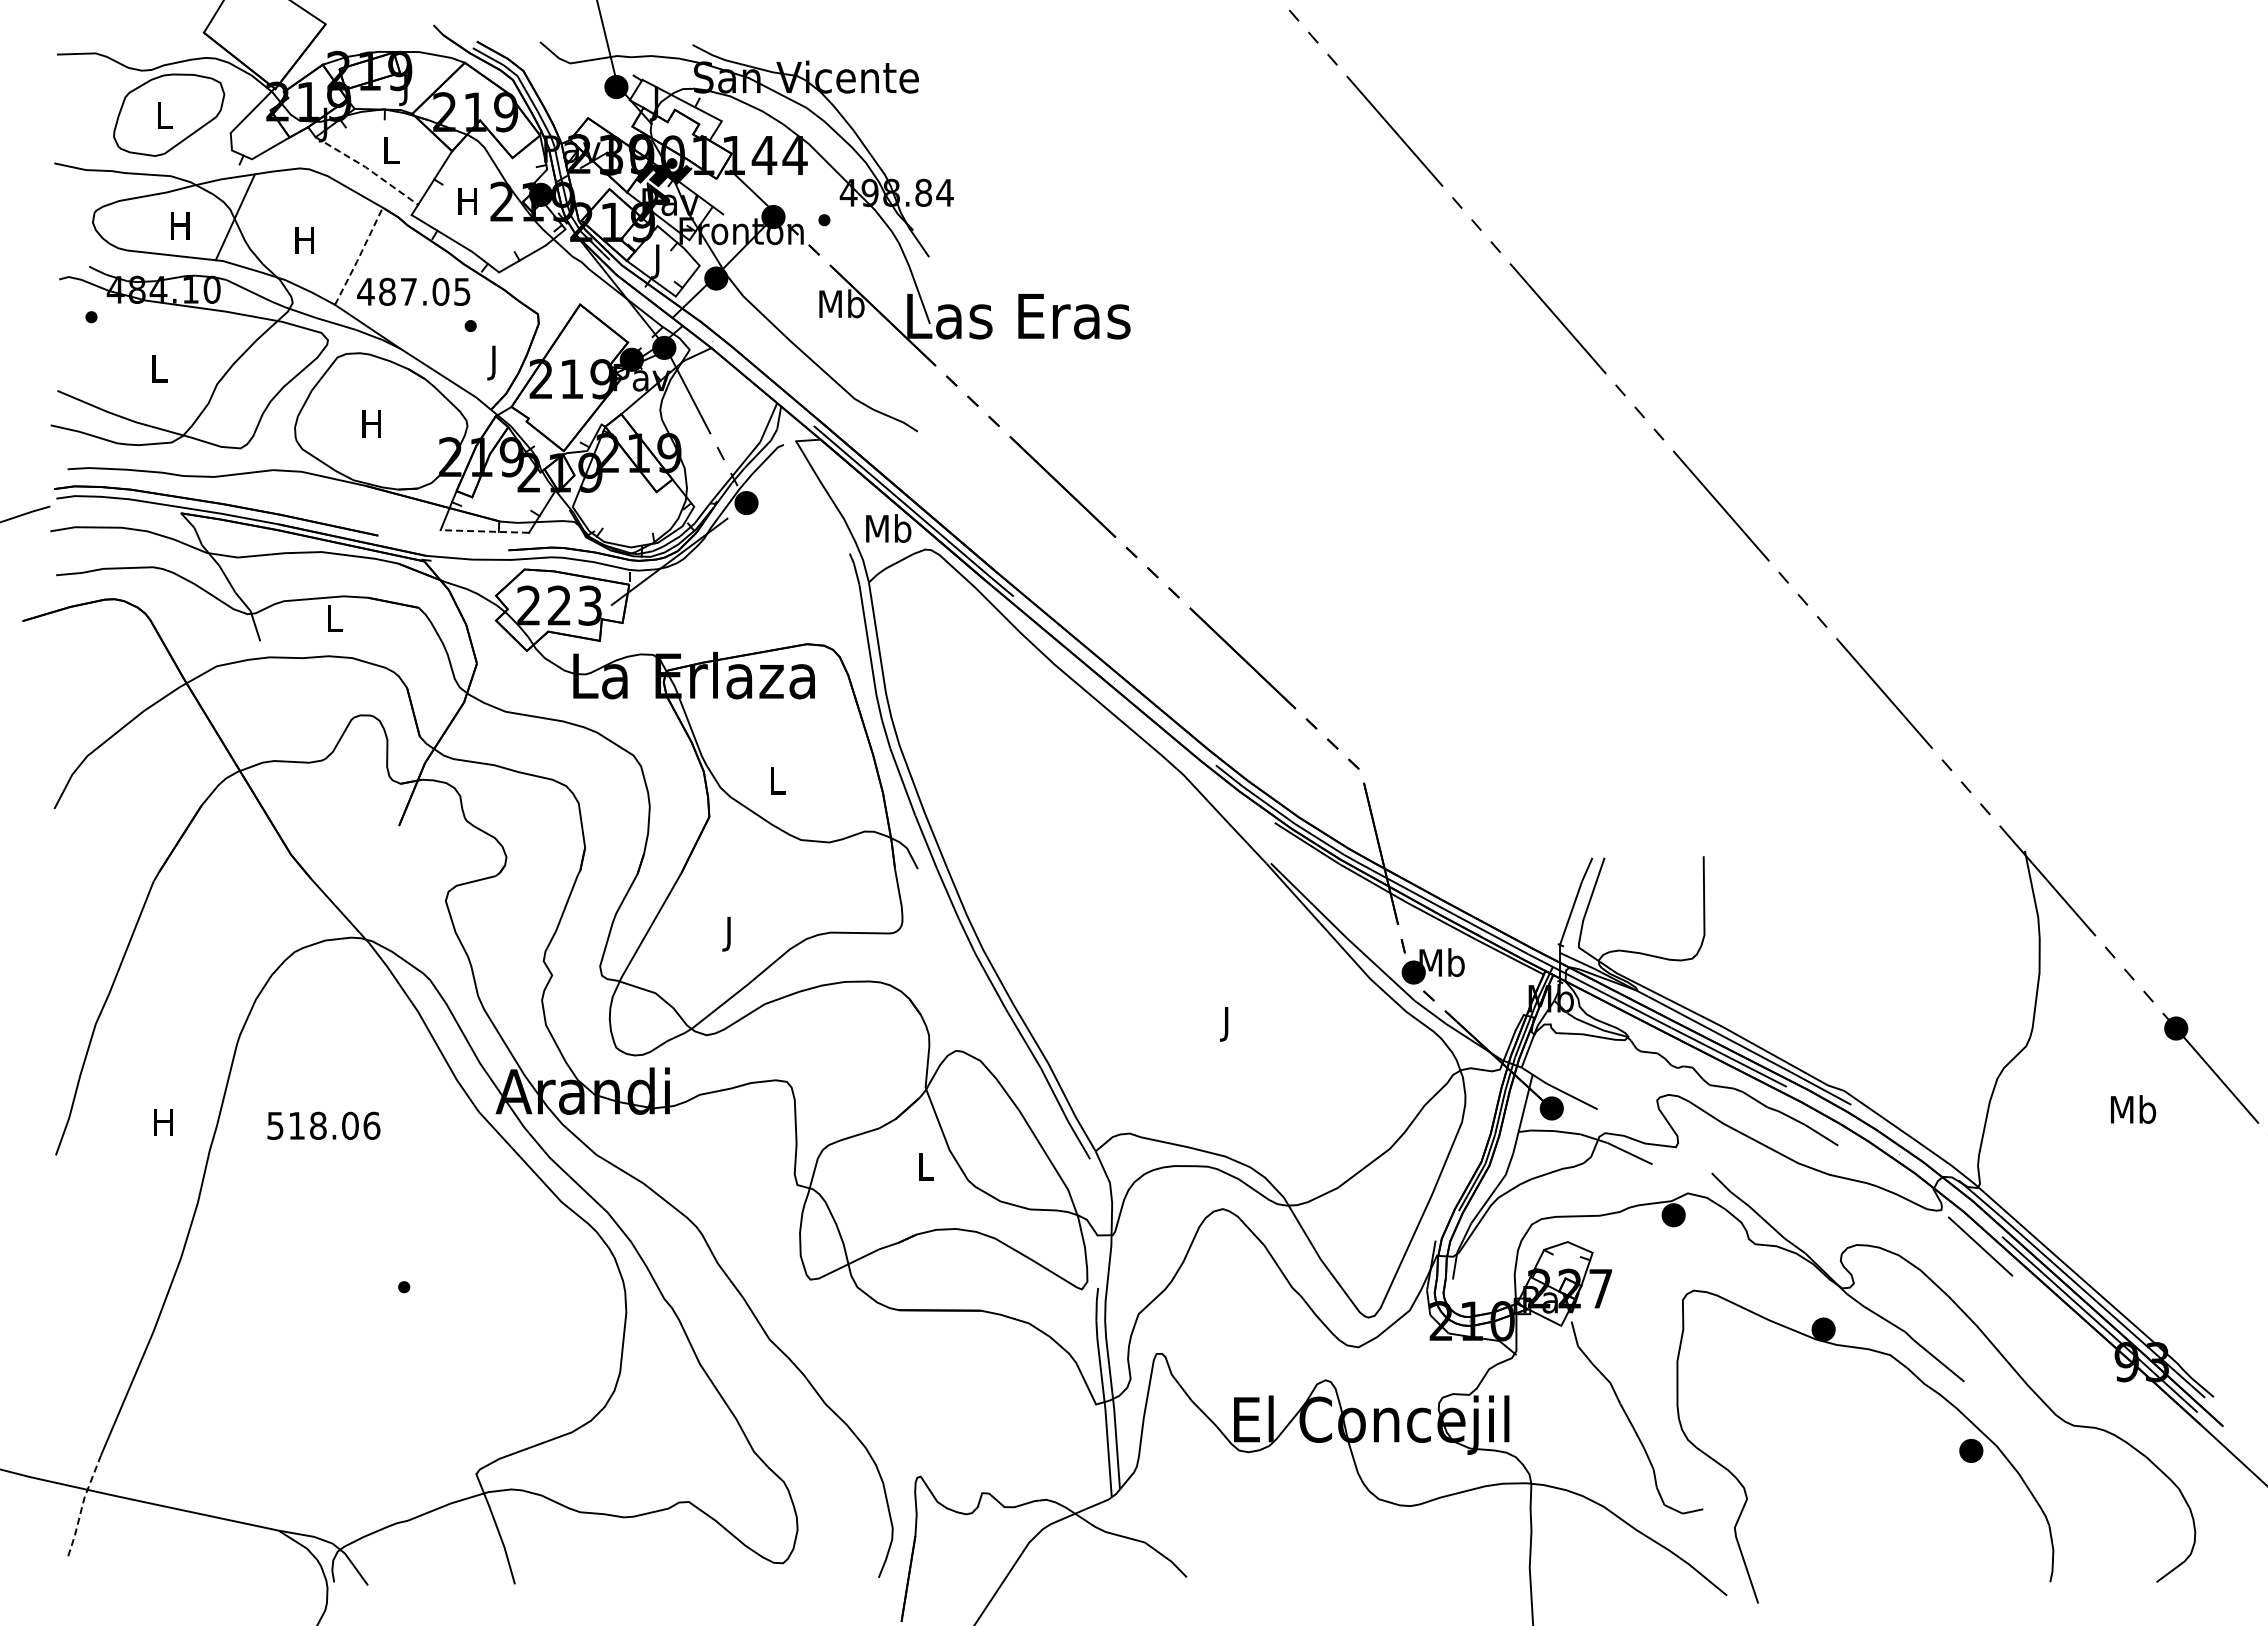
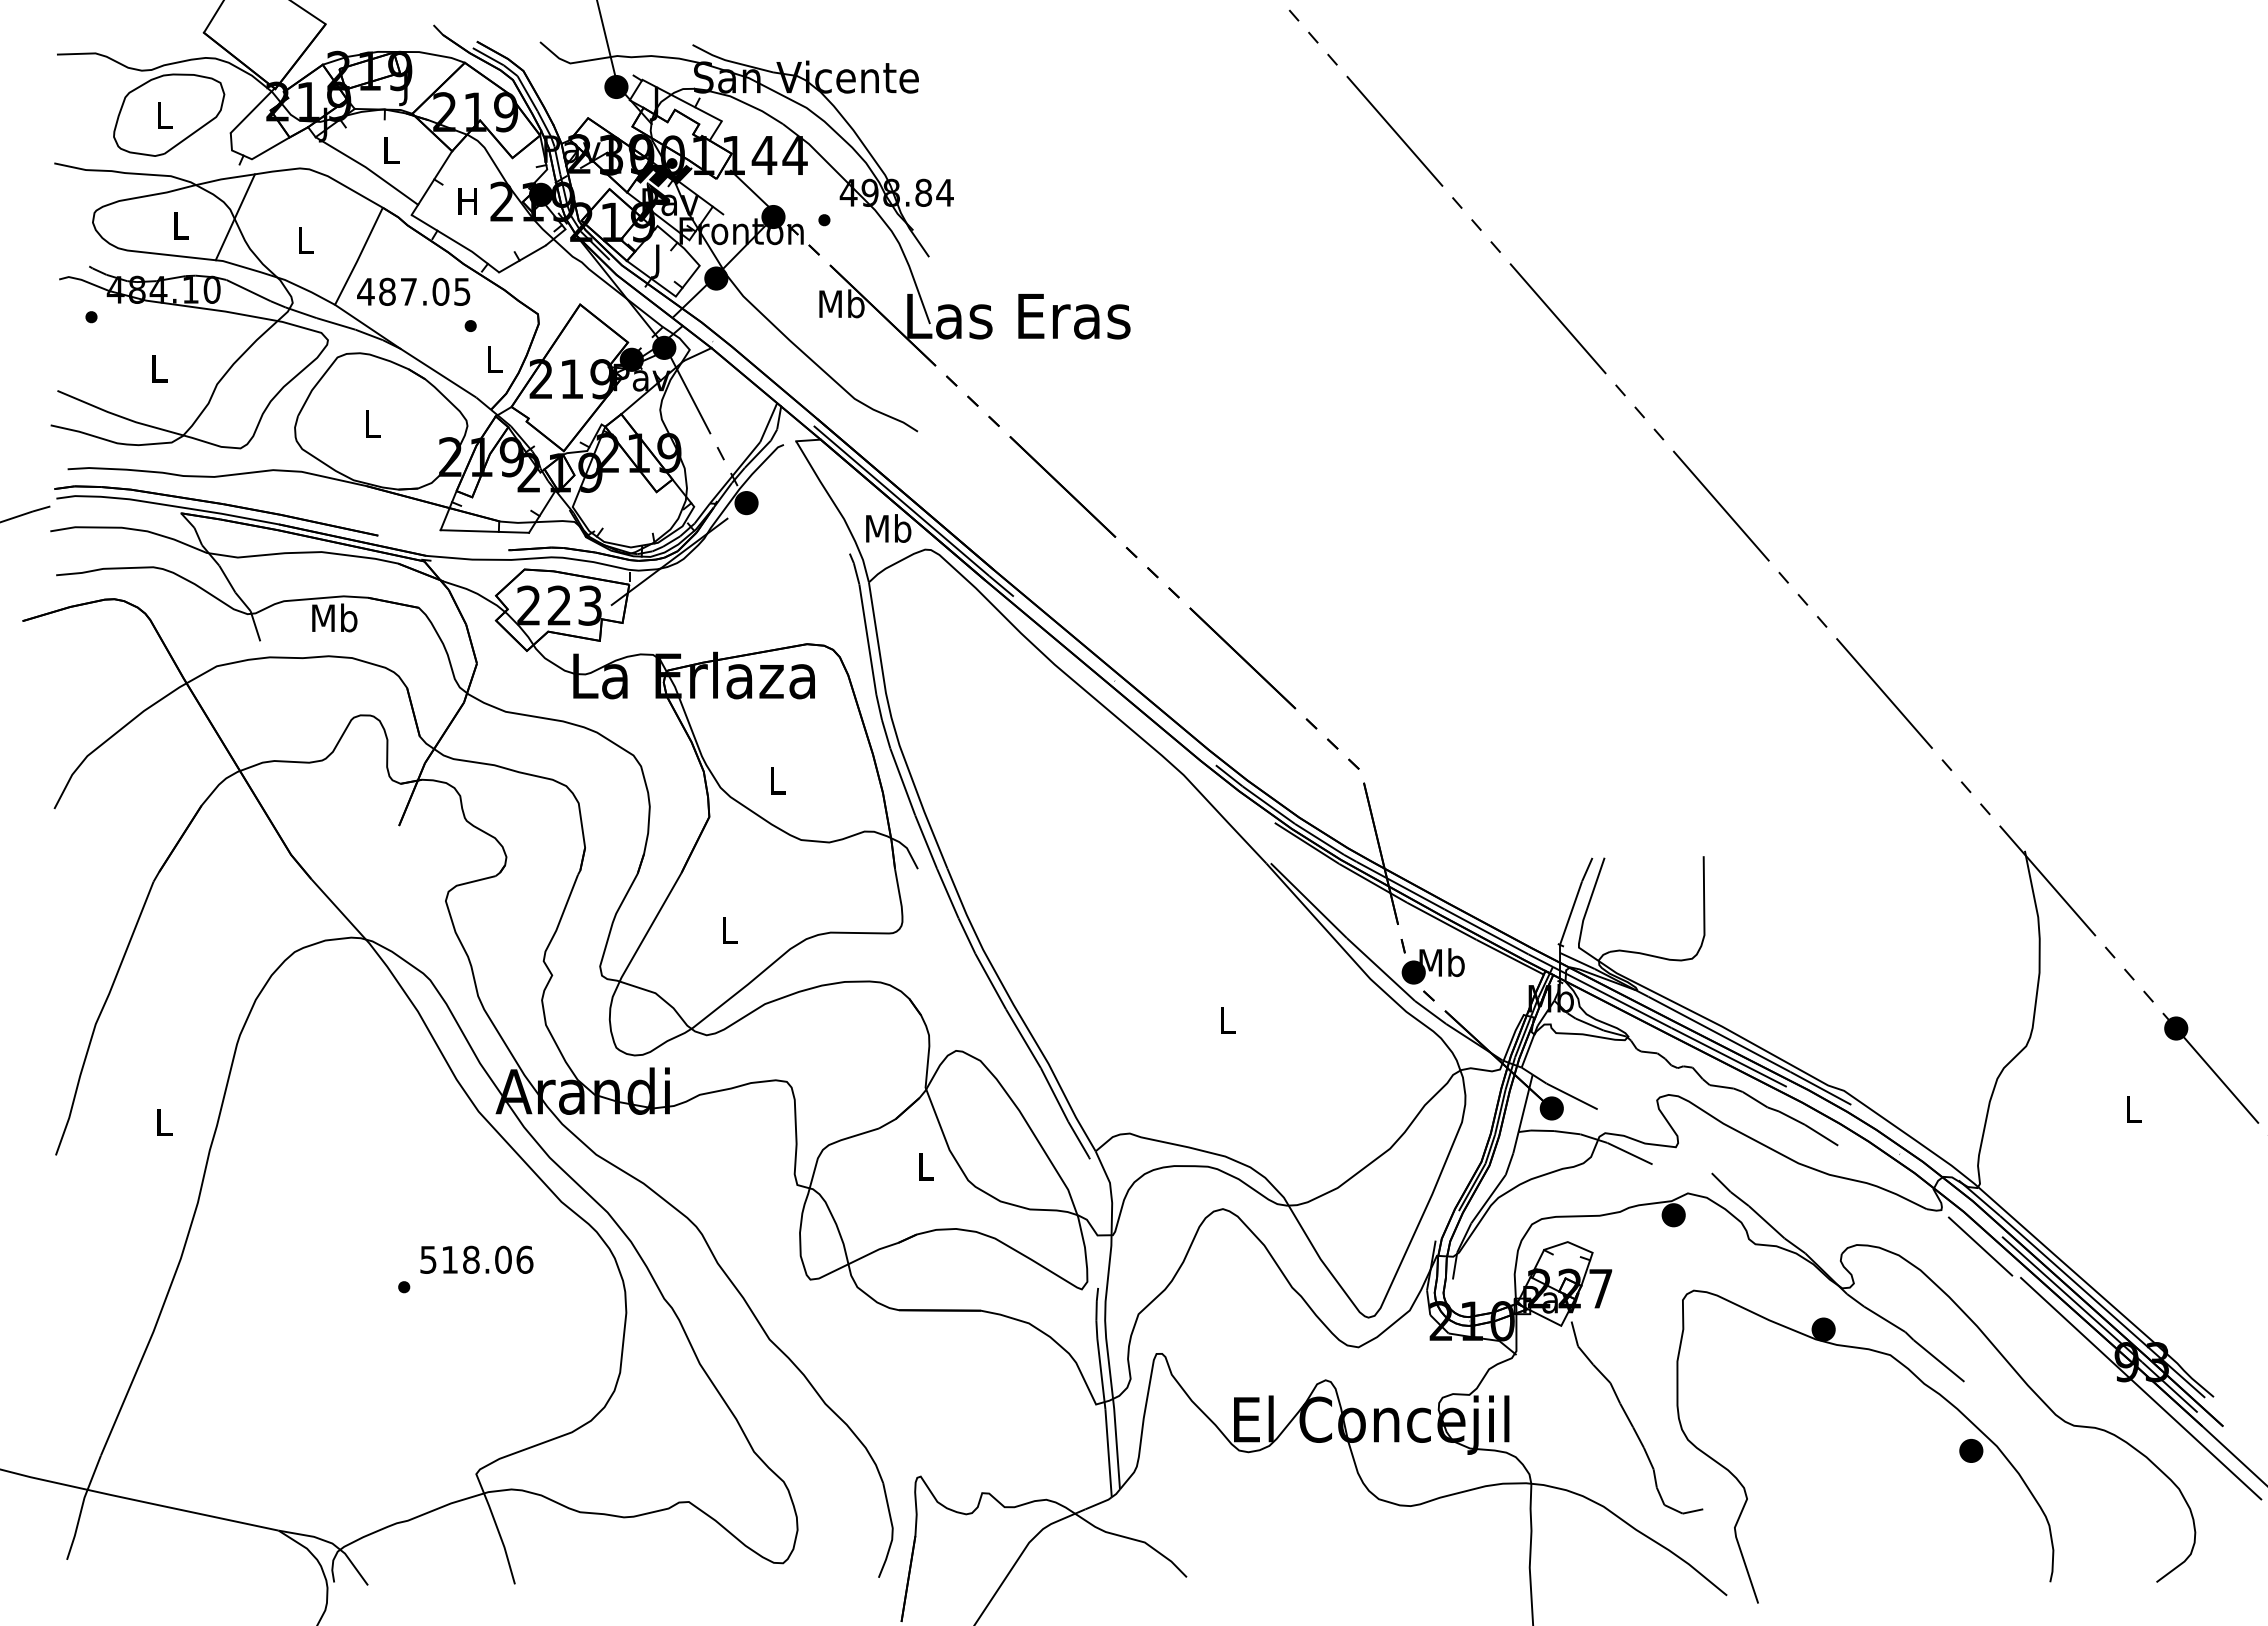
line at (368, 168): dashed -> solid
text at (180, 225): H -> L
text at (304, 240): H -> L
line at (359, 256): dashed -> solid
text at (494, 362): J -> L
text at (371, 423): H -> L
line at (484, 531): dashed -> solid
text at (334, 617): L -> Mb
text at (729, 934): J -> L
text at (1227, 1024): J -> L
text at (2133, 1109): Mb -> L
text at (163, 1122): H -> L
text at (323, 1125) position: (323, 1125) -> (476, 1259)
line at (2142, 1389): none -> present
line at (82, 1507): dashed -> solid
